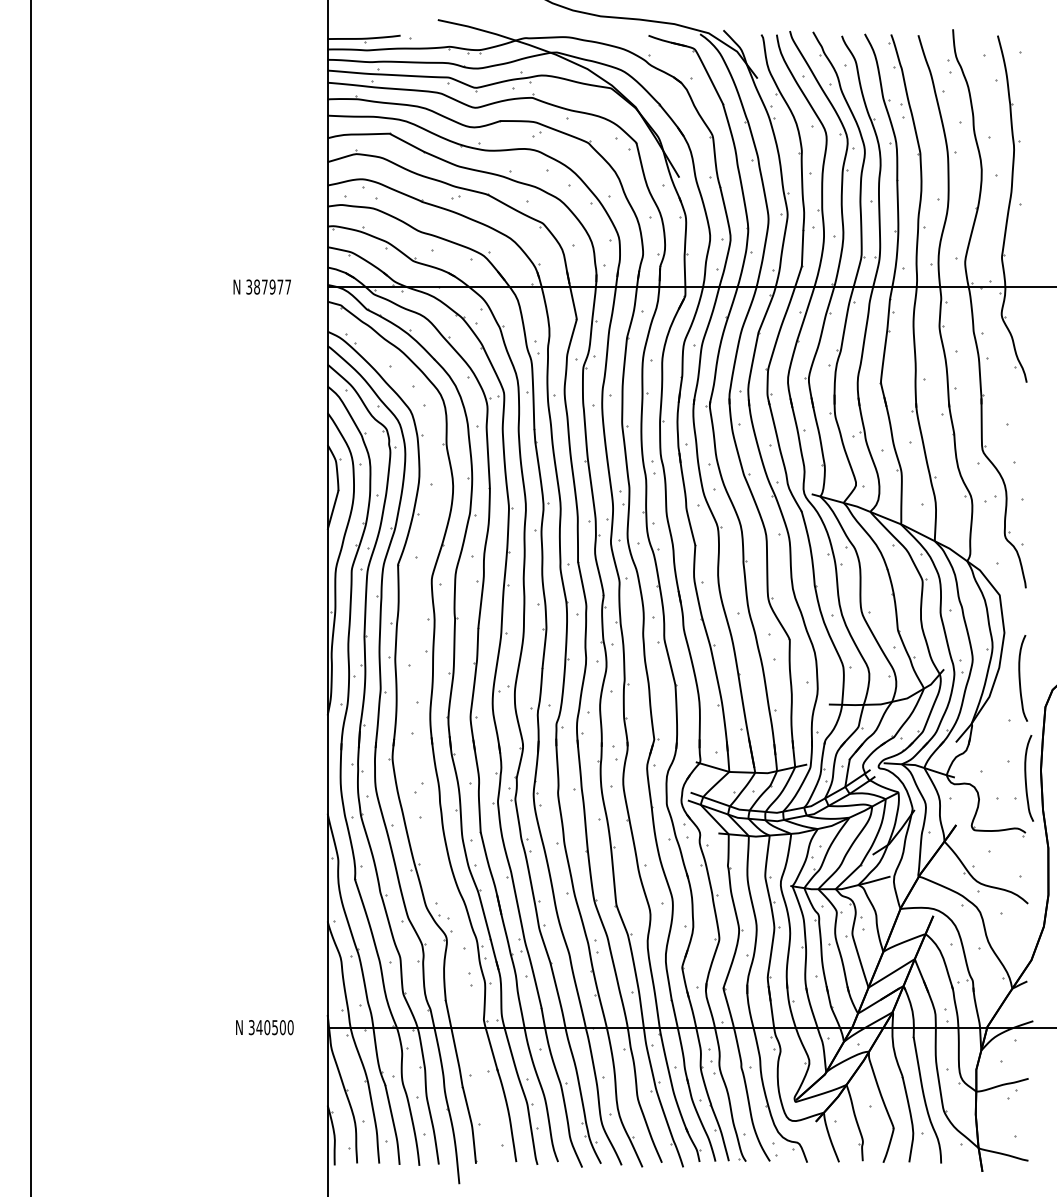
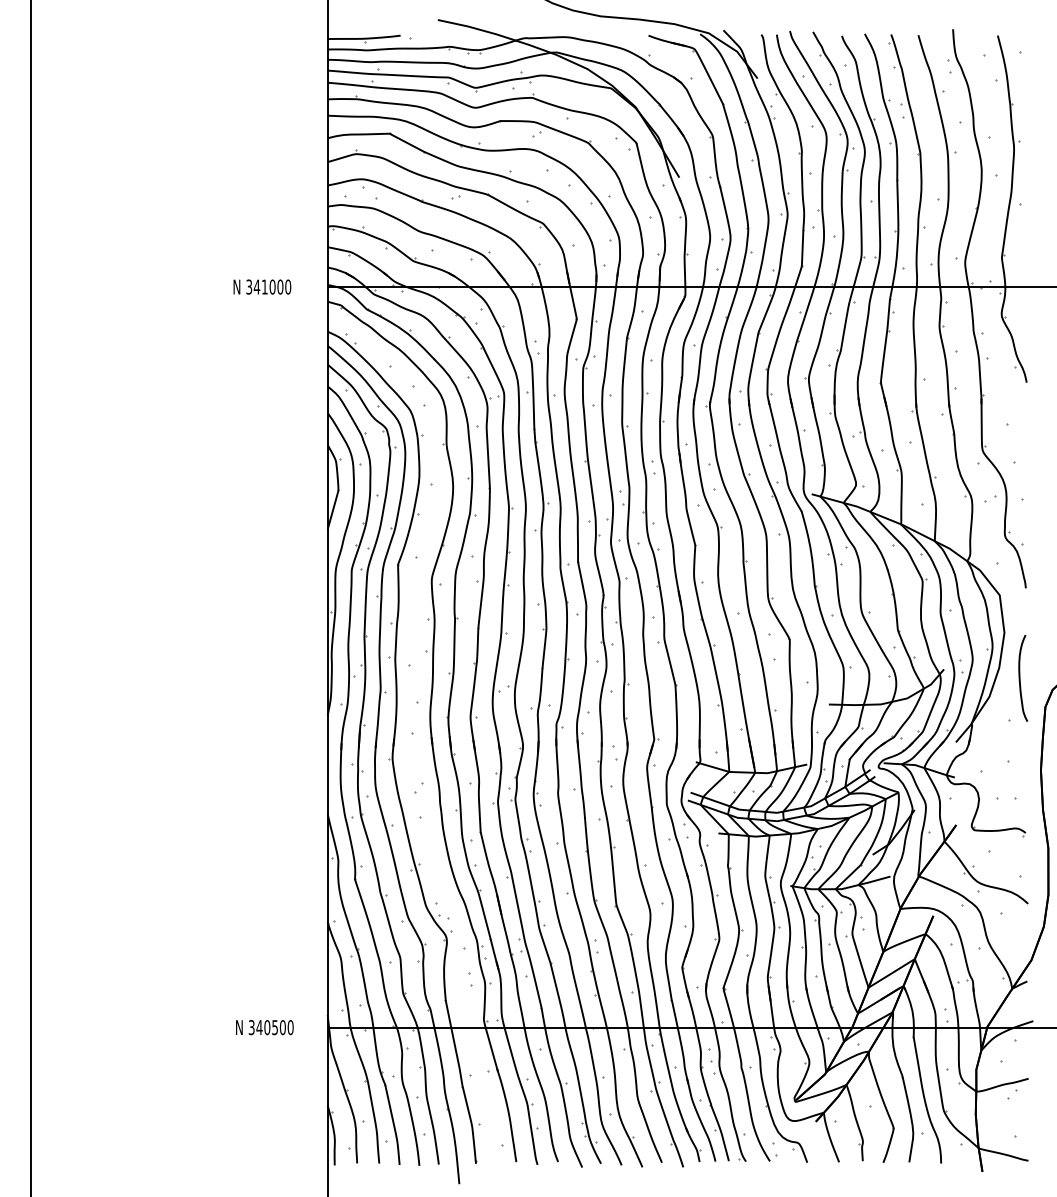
text at (272, 286): 387977 -> 341000
curve at (1026, 778): present -> none
